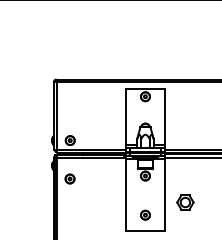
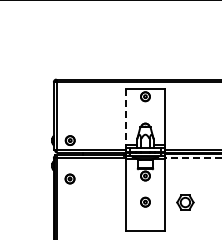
line at (125, 117): solid -> dashed
line at (193, 158): solid -> dashed
part at (145, 214) position: (145, 214) -> (145, 201)
